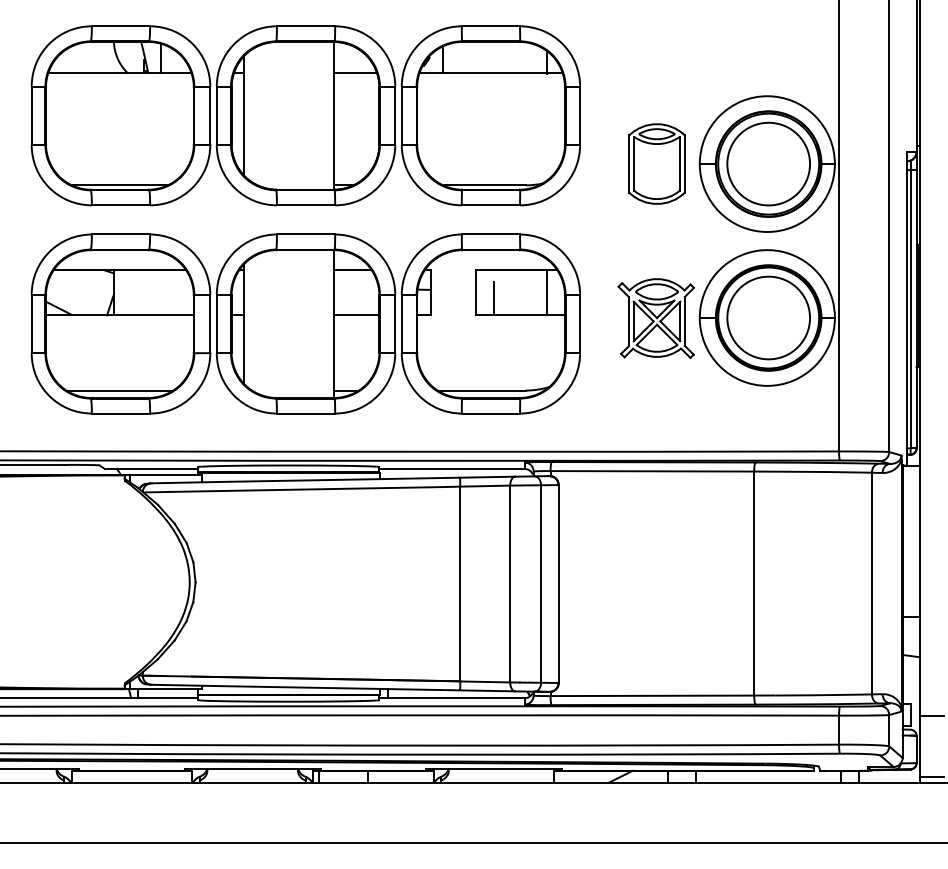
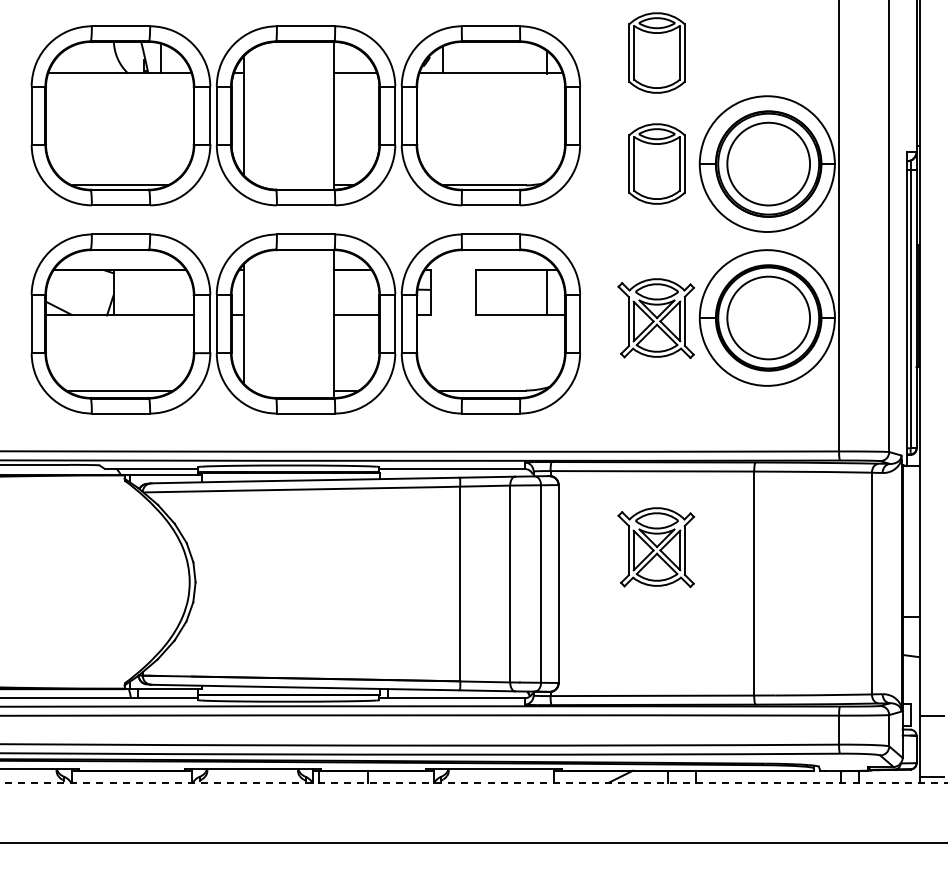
part at (656, 52): none -> present
line at (494, 297): present -> none
part at (656, 547): none -> present
line at (474, 782): solid -> dashed
